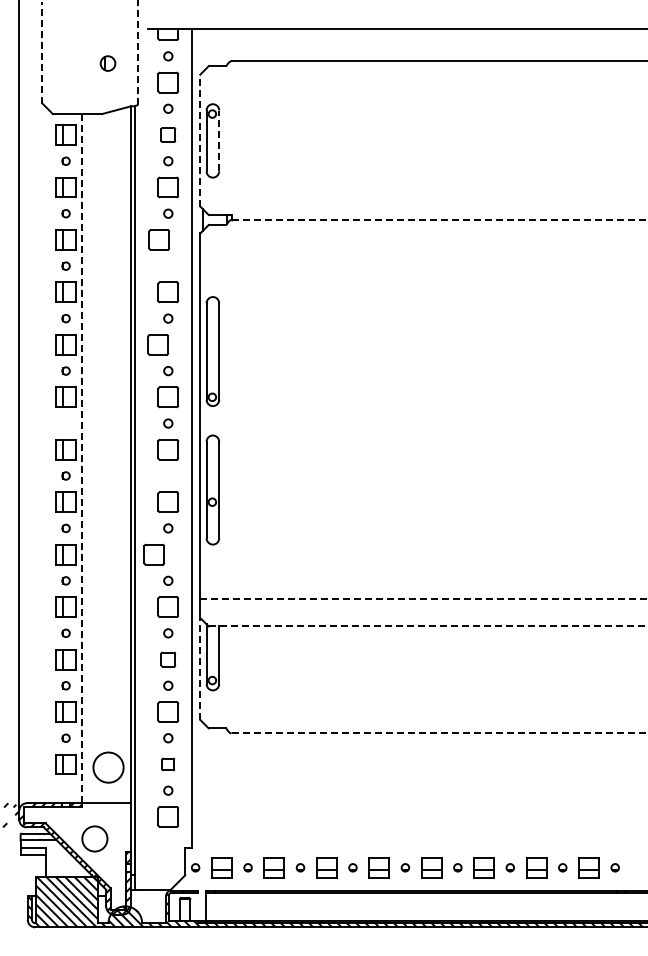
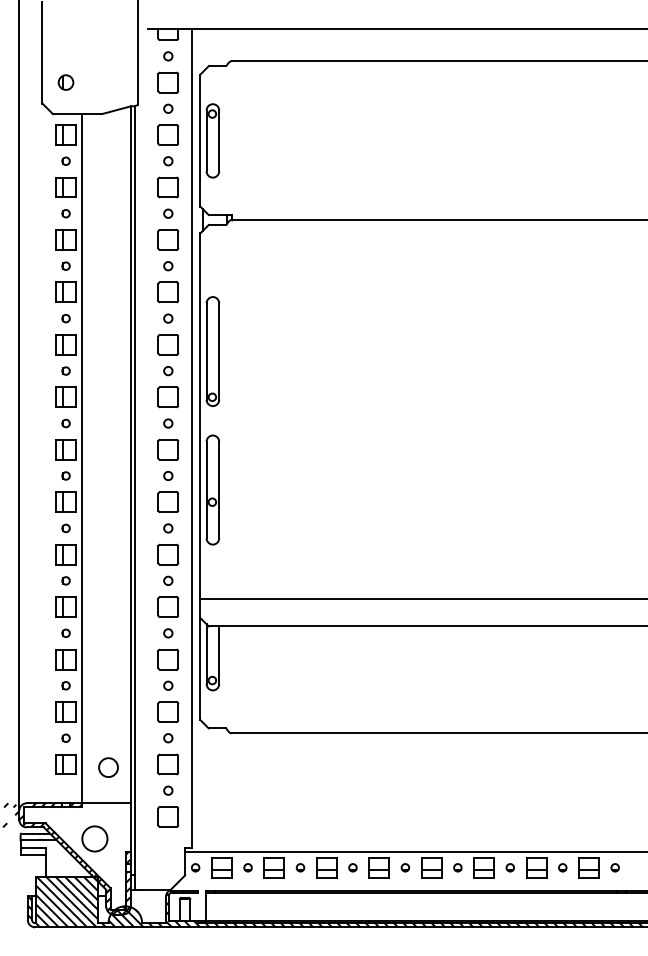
line at (137, 52): dashed -> solid
line at (42, 53): dashed -> solid
part at (107, 63) position: (107, 63) -> (65, 82)
part at (168, 134) size: 17x16 px -> 23x22 px
line at (200, 140): dashed -> solid
line at (219, 140): dashed -> solid
line at (439, 220): dashed -> solid
part at (159, 239) position: (159, 239) -> (168, 239)
circle at (168, 266): none -> present
part at (158, 344) position: (158, 344) -> (168, 344)
part at (65, 423): none -> present
line at (82, 458): dashed -> solid
circle at (168, 475): none -> present
part at (154, 554) position: (154, 554) -> (168, 554)
line at (424, 599): dashed -> solid
line at (427, 626): dashed -> solid
part at (168, 659) size: 17x17 px -> 23x23 px
line at (200, 669): dashed -> solid
line at (439, 733): dashed -> solid
part at (168, 764) size: 15x15 px -> 23x23 px
circle at (108, 767) diameter: 30 px -> 19 px
line at (414, 851): none -> present
